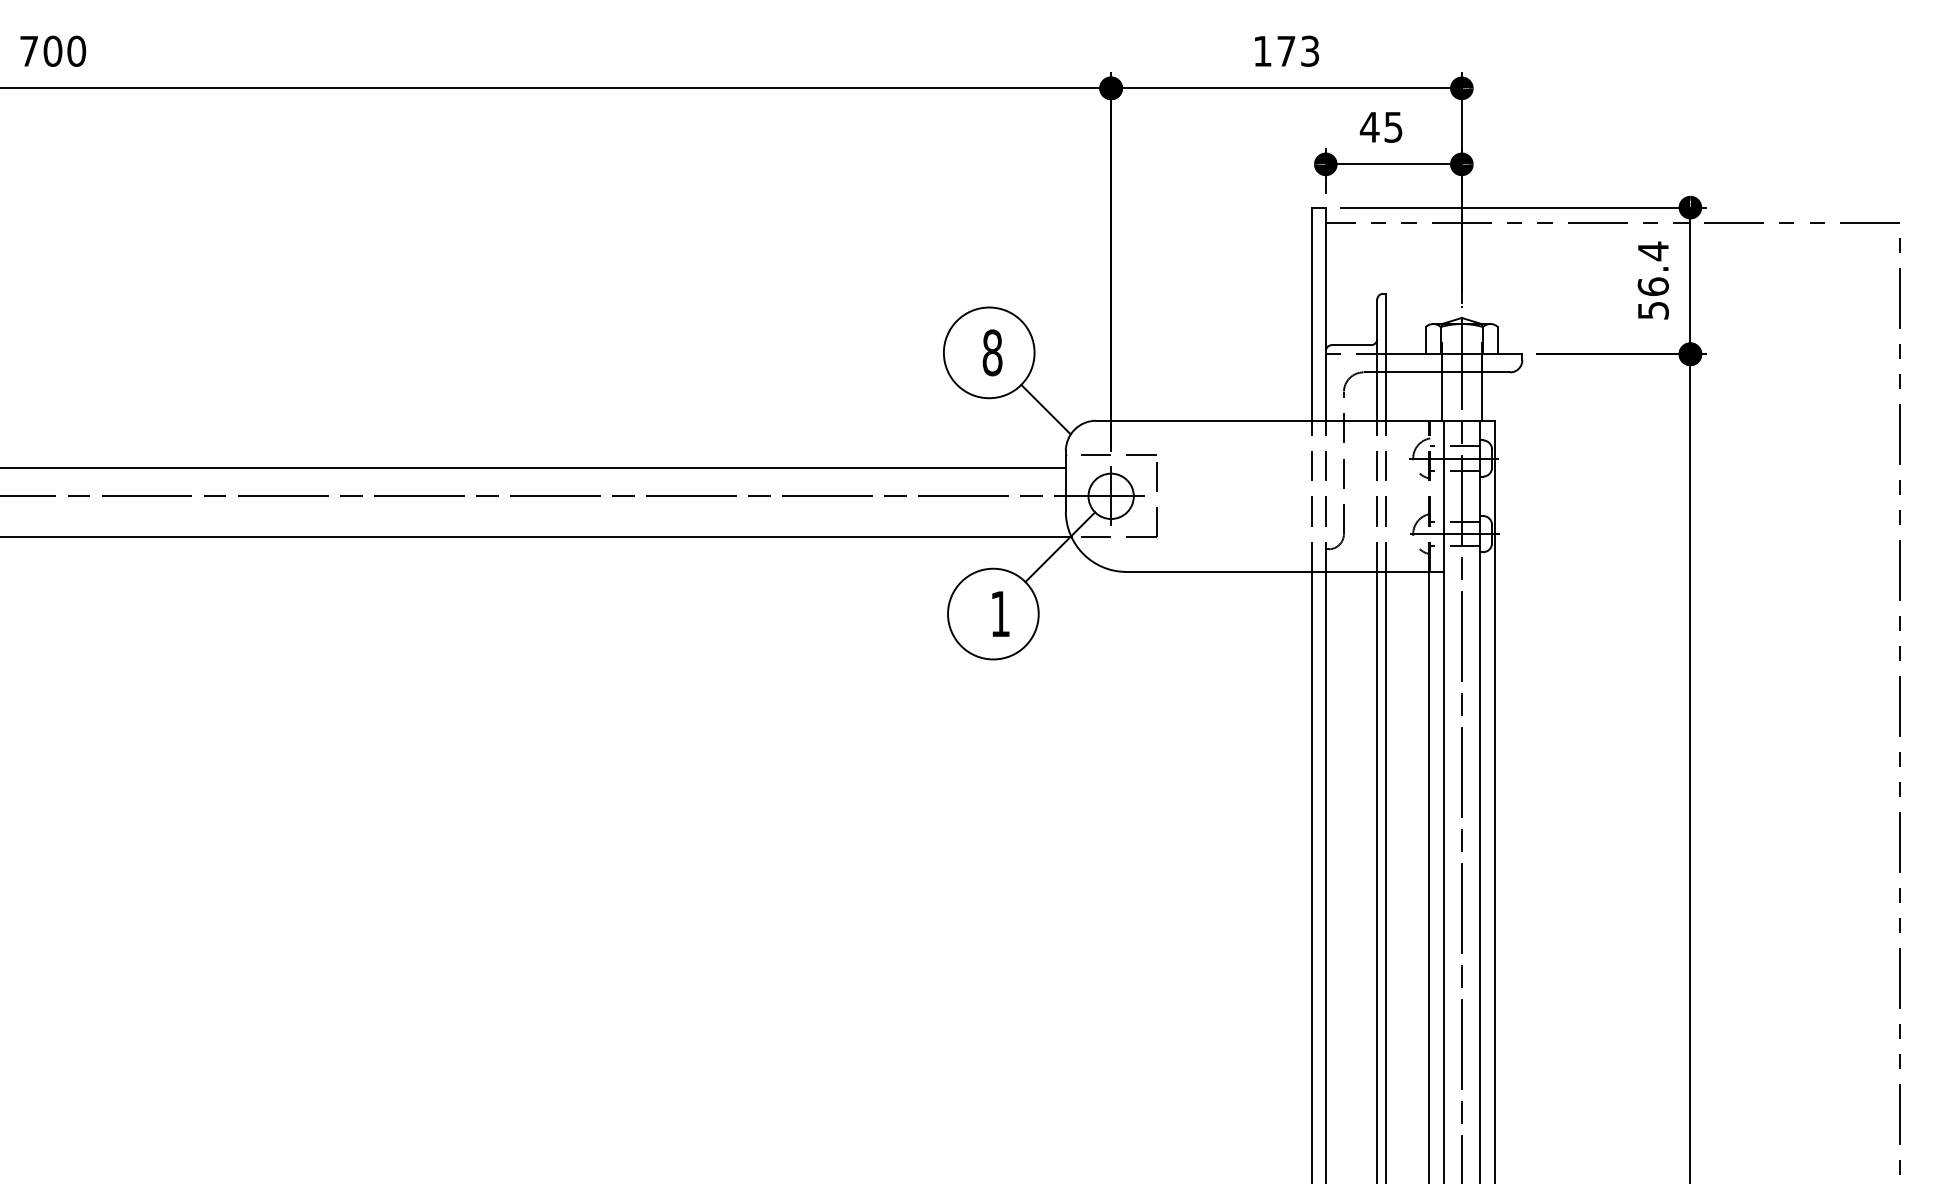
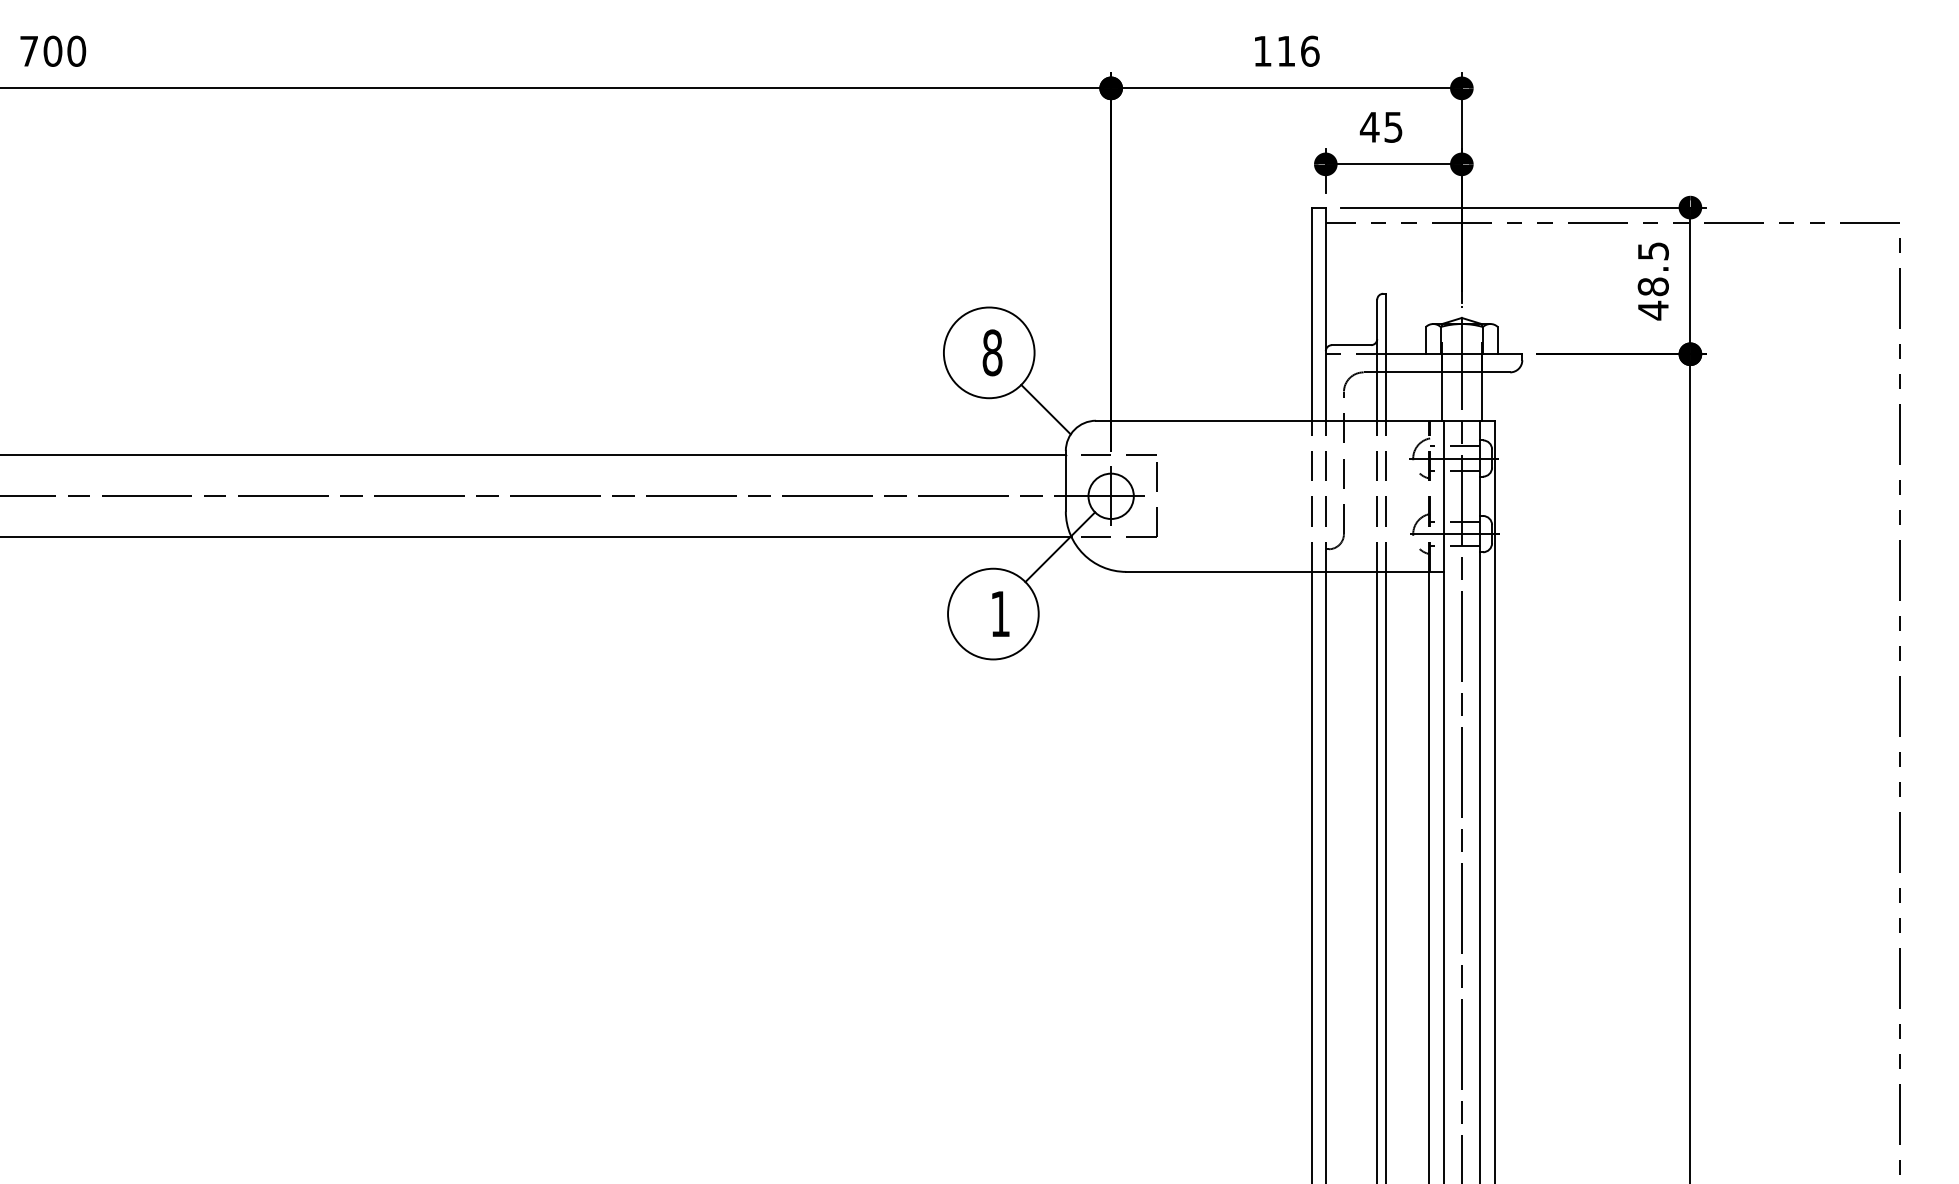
text at (1298, 50): 173 -> 116
text at (1652, 280): 56.4 -> 48.5
line at (533, 468) position: (533, 468) -> (533, 455)
